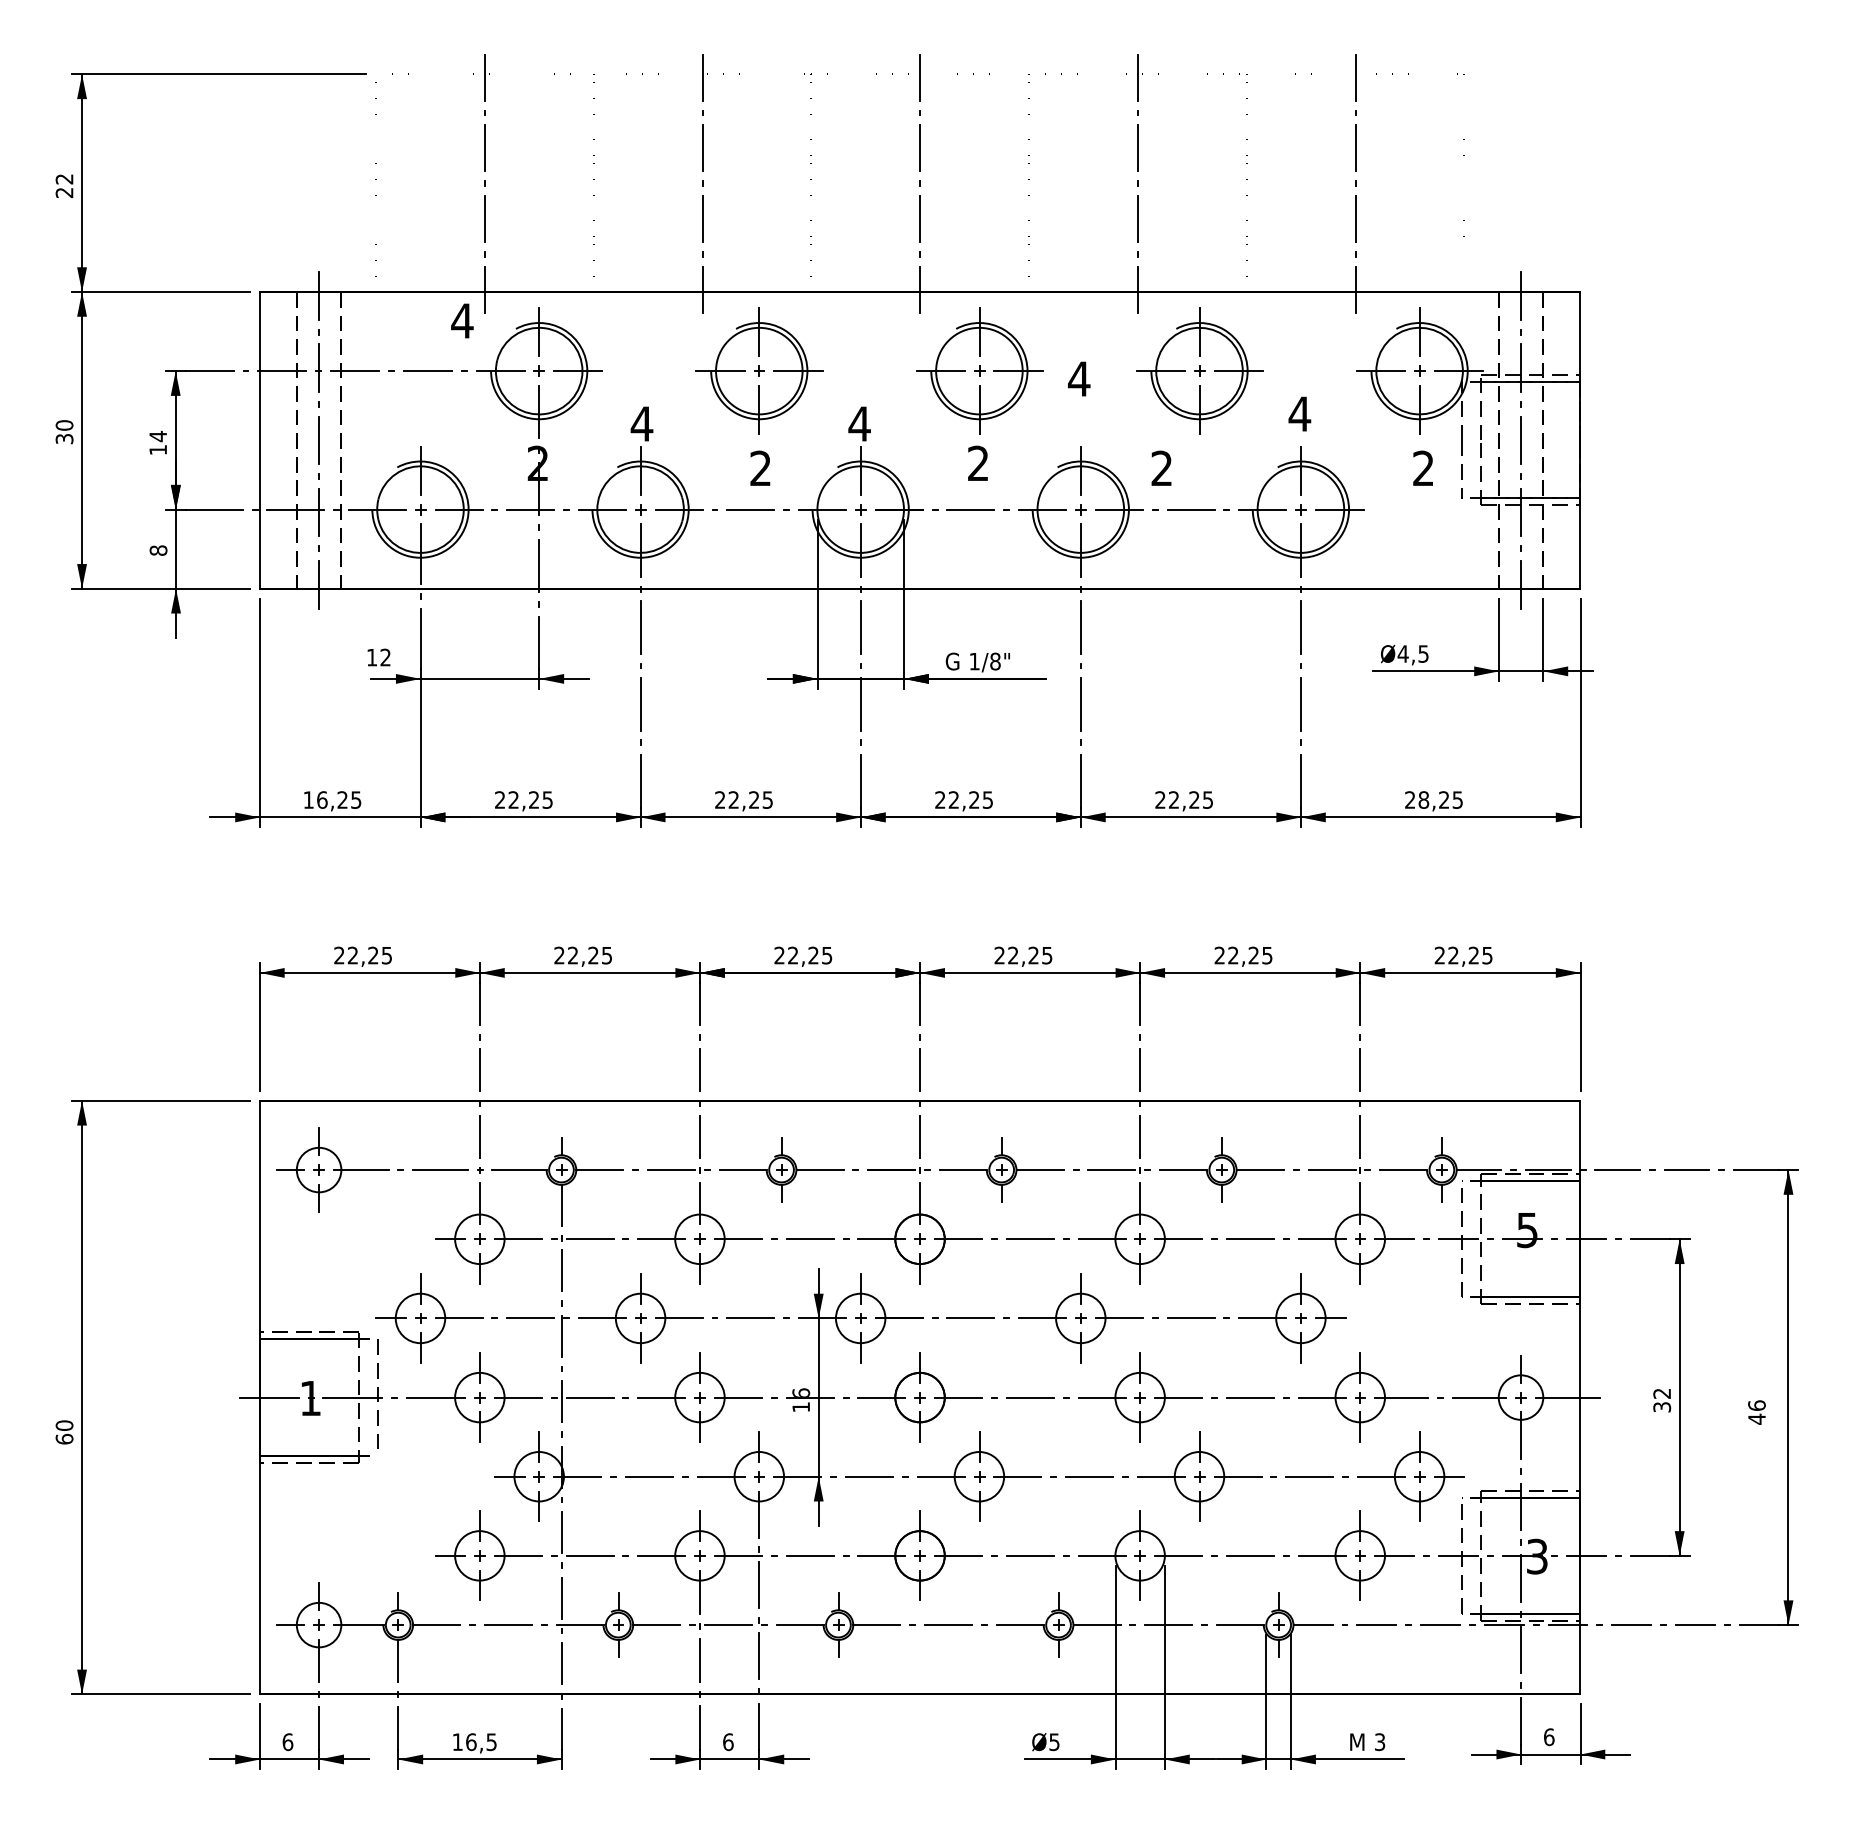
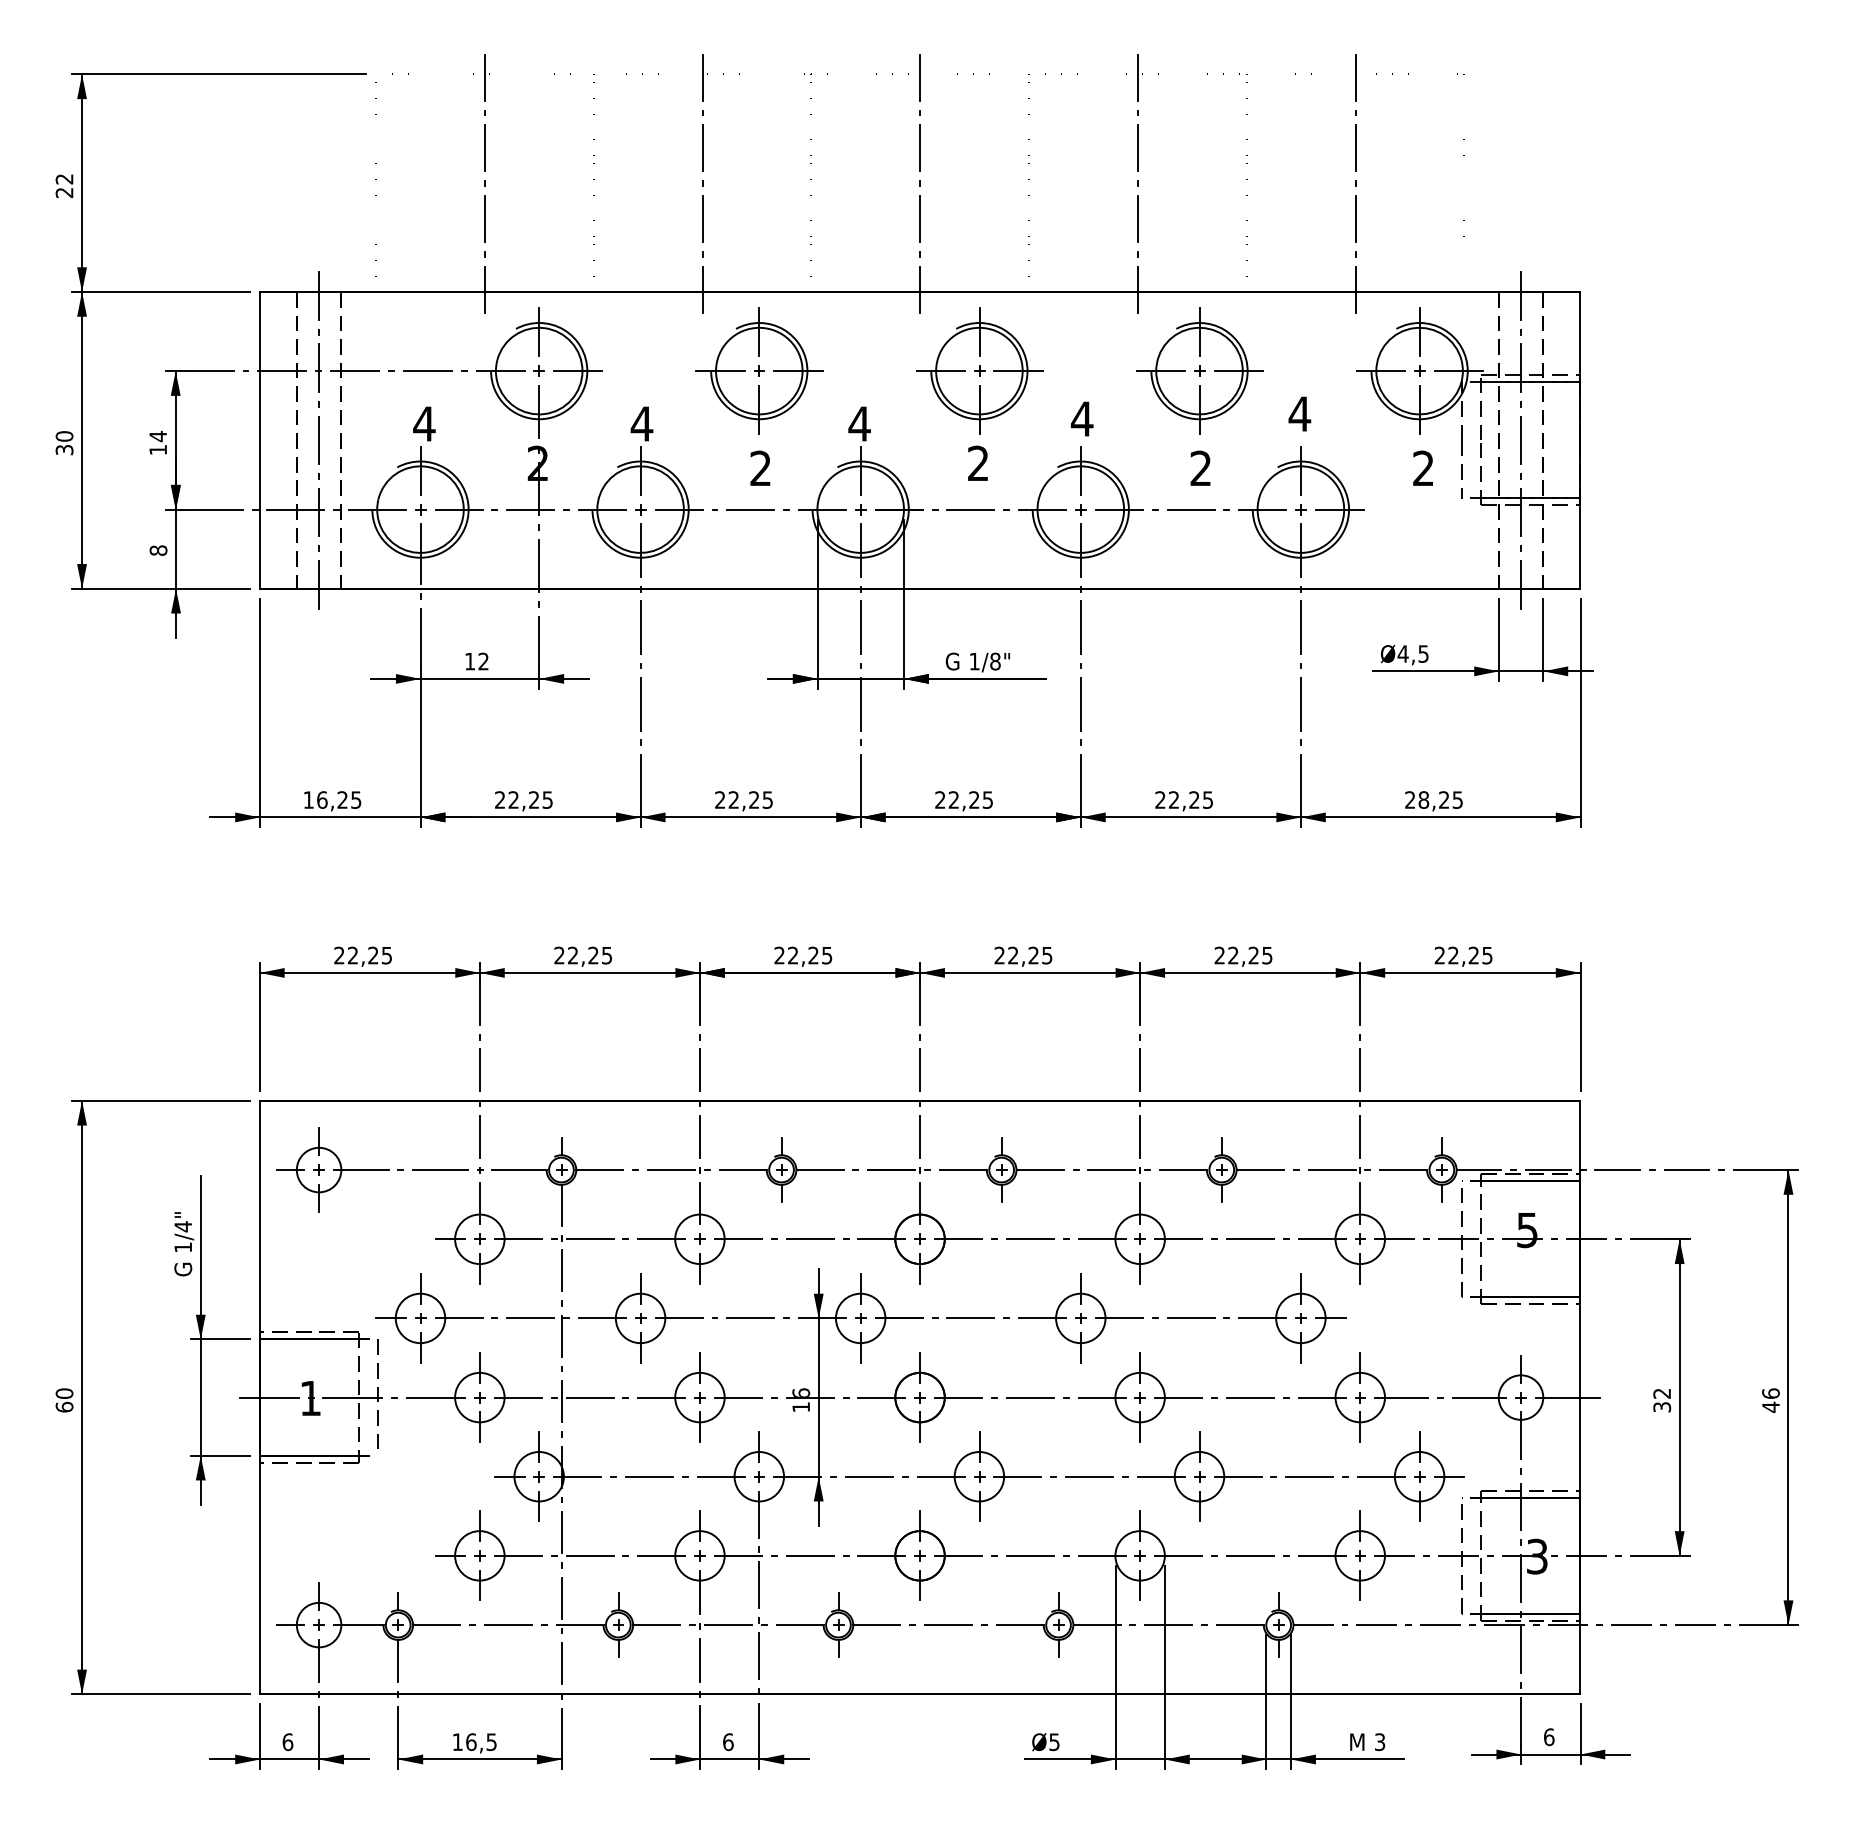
text at (462, 320) position: (462, 320) -> (424, 423)
text at (1079, 378) position: (1079, 378) -> (1082, 418)
text at (64, 432) position: (64, 432) -> (64, 443)
text at (1161, 467) position: (1161, 467) -> (1200, 467)
text at (378, 657) position: (378, 657) -> (476, 661)
part at (212, 1340): none -> present
text at (1756, 1412) position: (1756, 1412) -> (1770, 1400)
text at (64, 1432) position: (64, 1432) -> (64, 1400)
